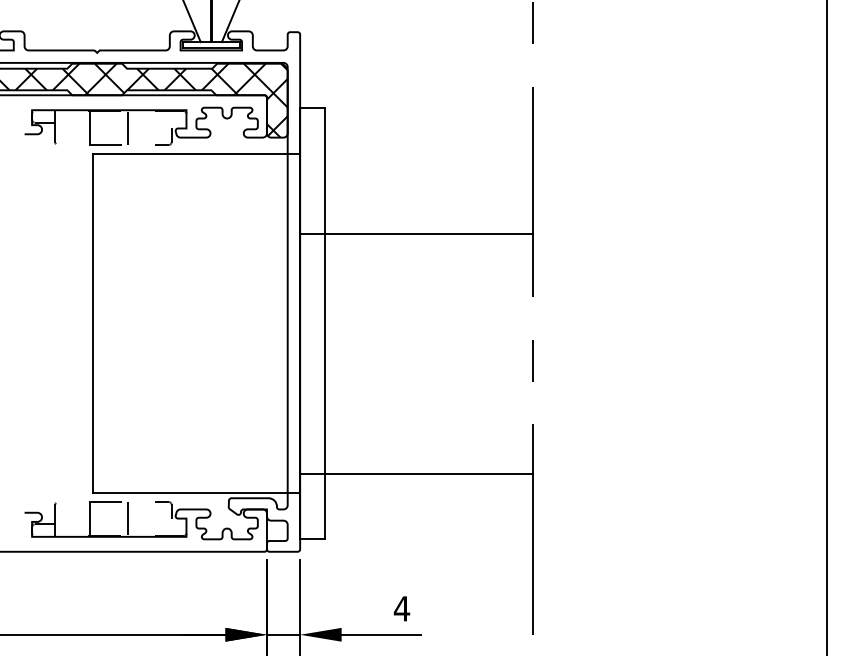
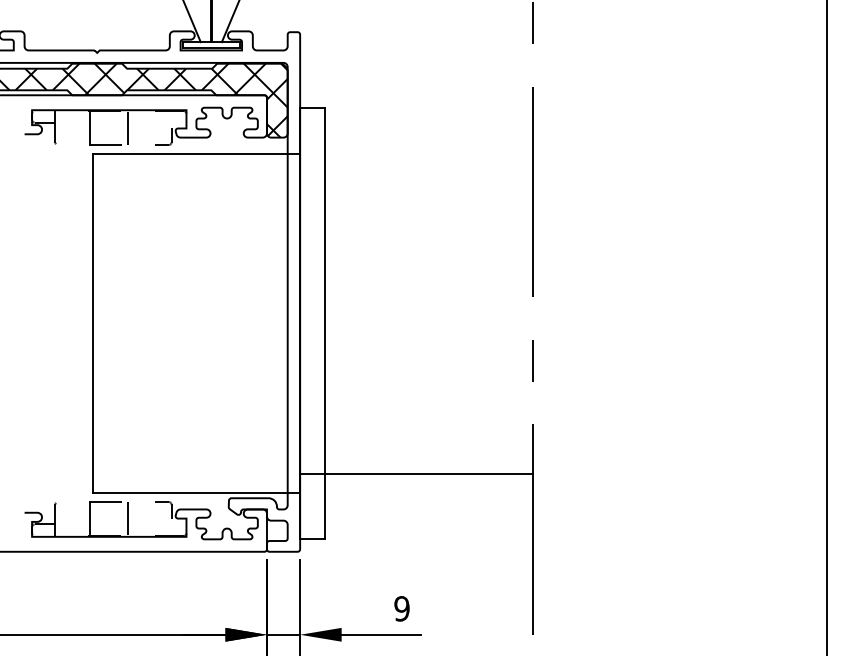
line at (416, 233): present -> none
text at (401, 608): 4 -> 9
